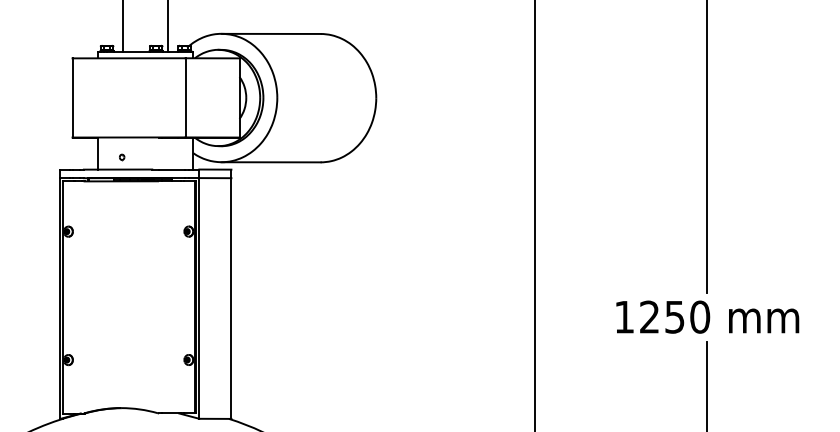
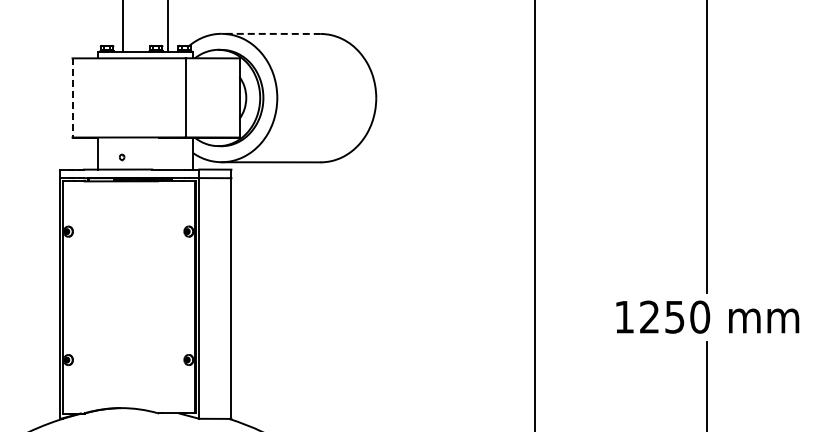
line at (270, 33): solid -> dashed
line at (72, 97): solid -> dashed
